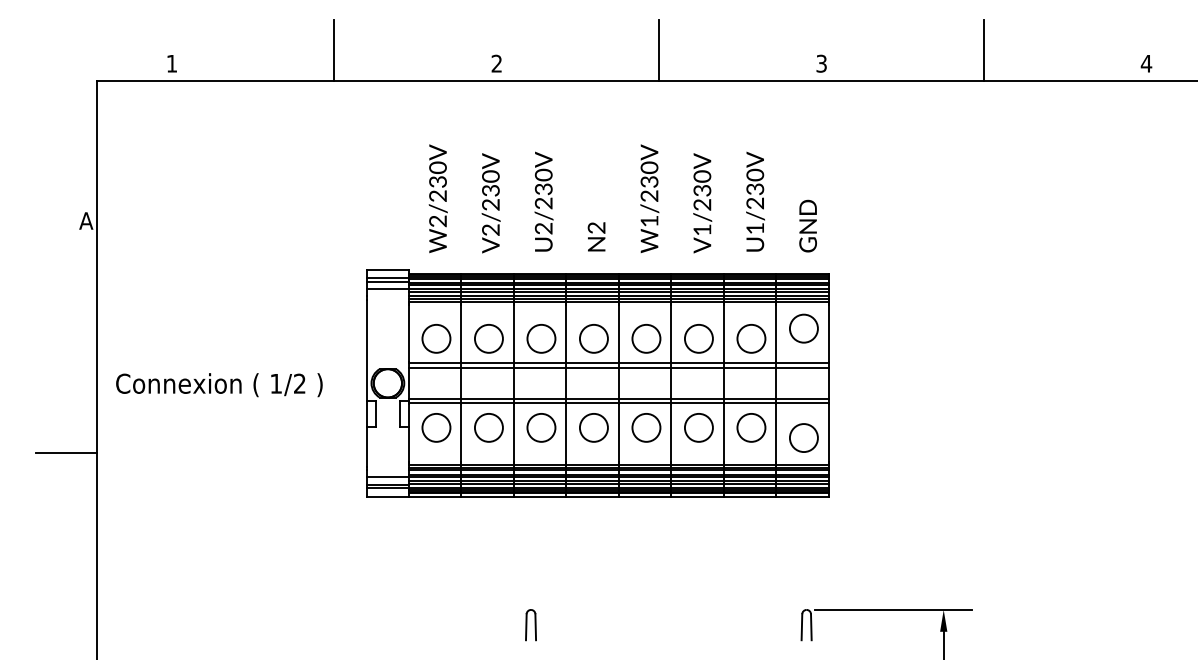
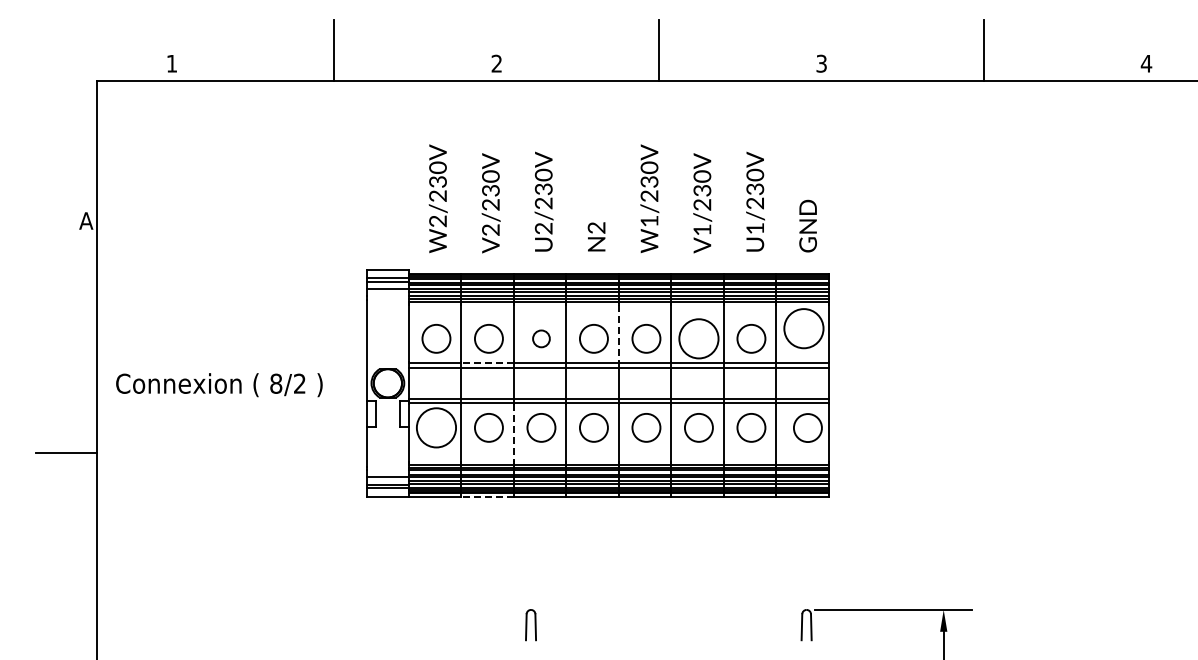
circle at (803, 328) diameter: 28 px -> 39 px
line at (618, 333): solid -> dashed
circle at (541, 338) size: 31x30 px -> 19x20 px
circle at (698, 338) diameter: 28 px -> 39 px
line at (486, 363): solid -> dashed
text at (276, 383): 1/2 -> 8/2
circle at (436, 427) diameter: 28 px -> 39 px
line at (513, 433): solid -> dashed
circle at (803, 437) position: (803, 437) -> (807, 427)
line at (486, 497): solid -> dashed
